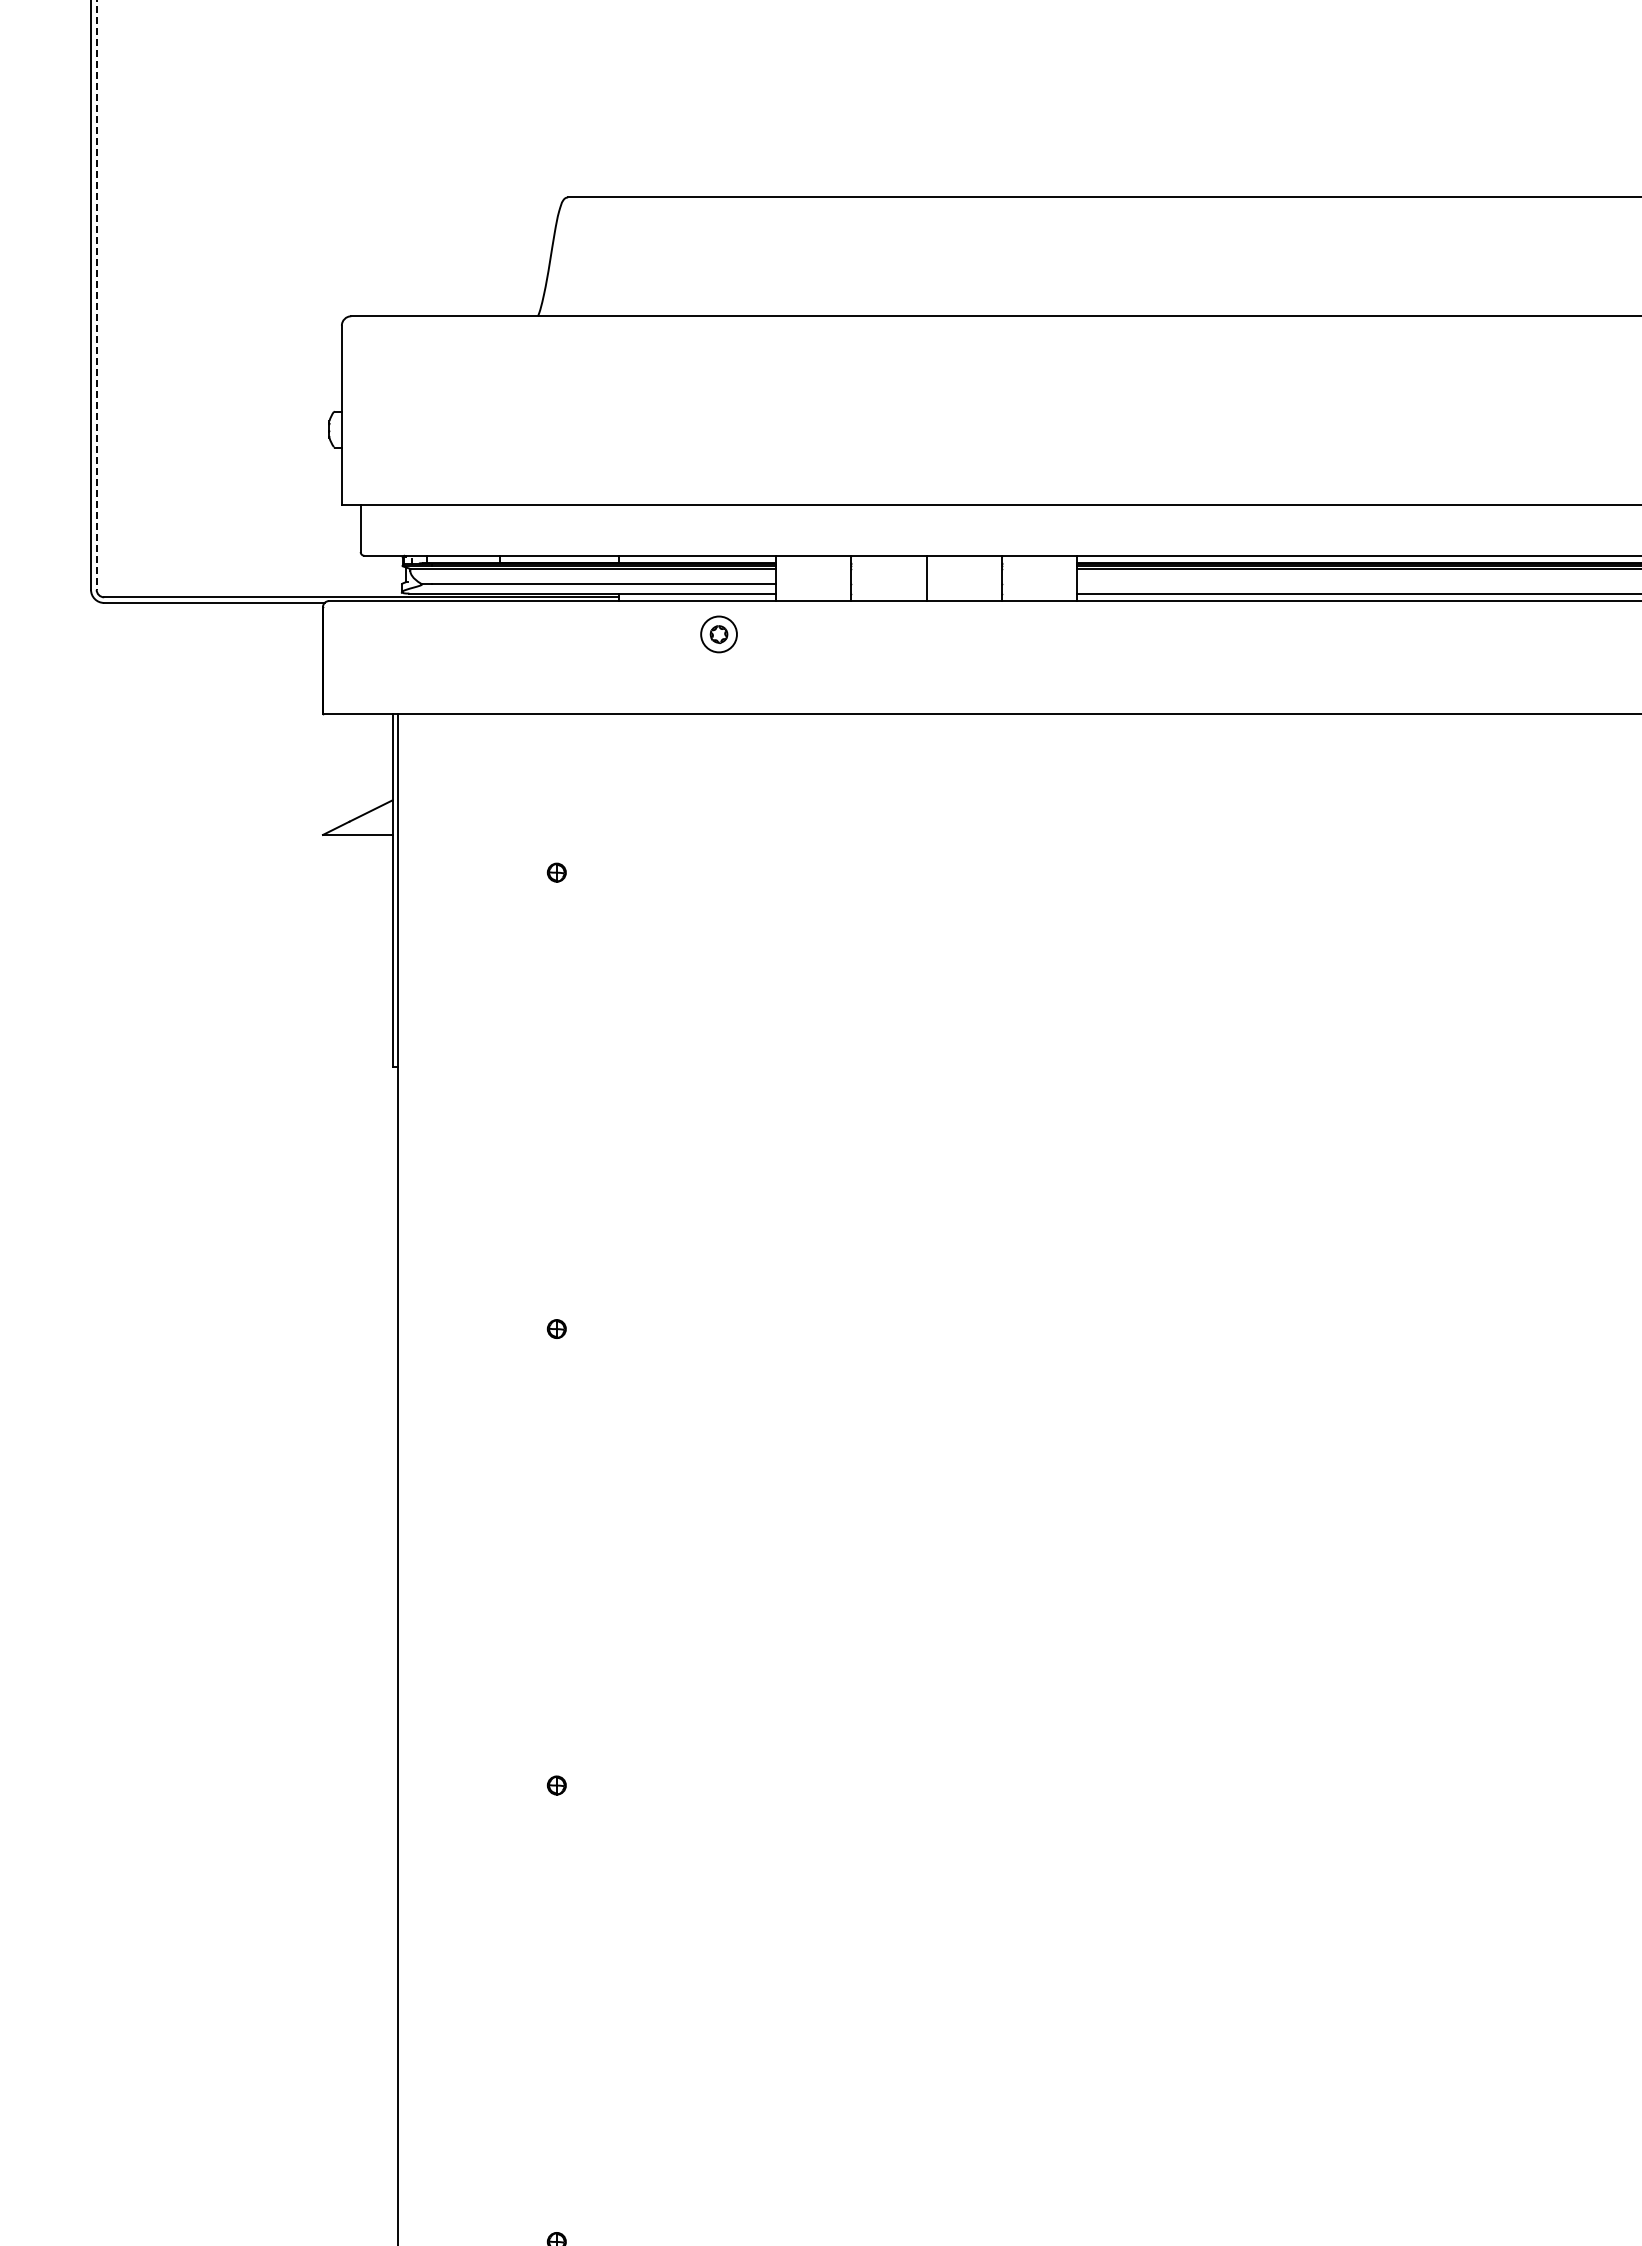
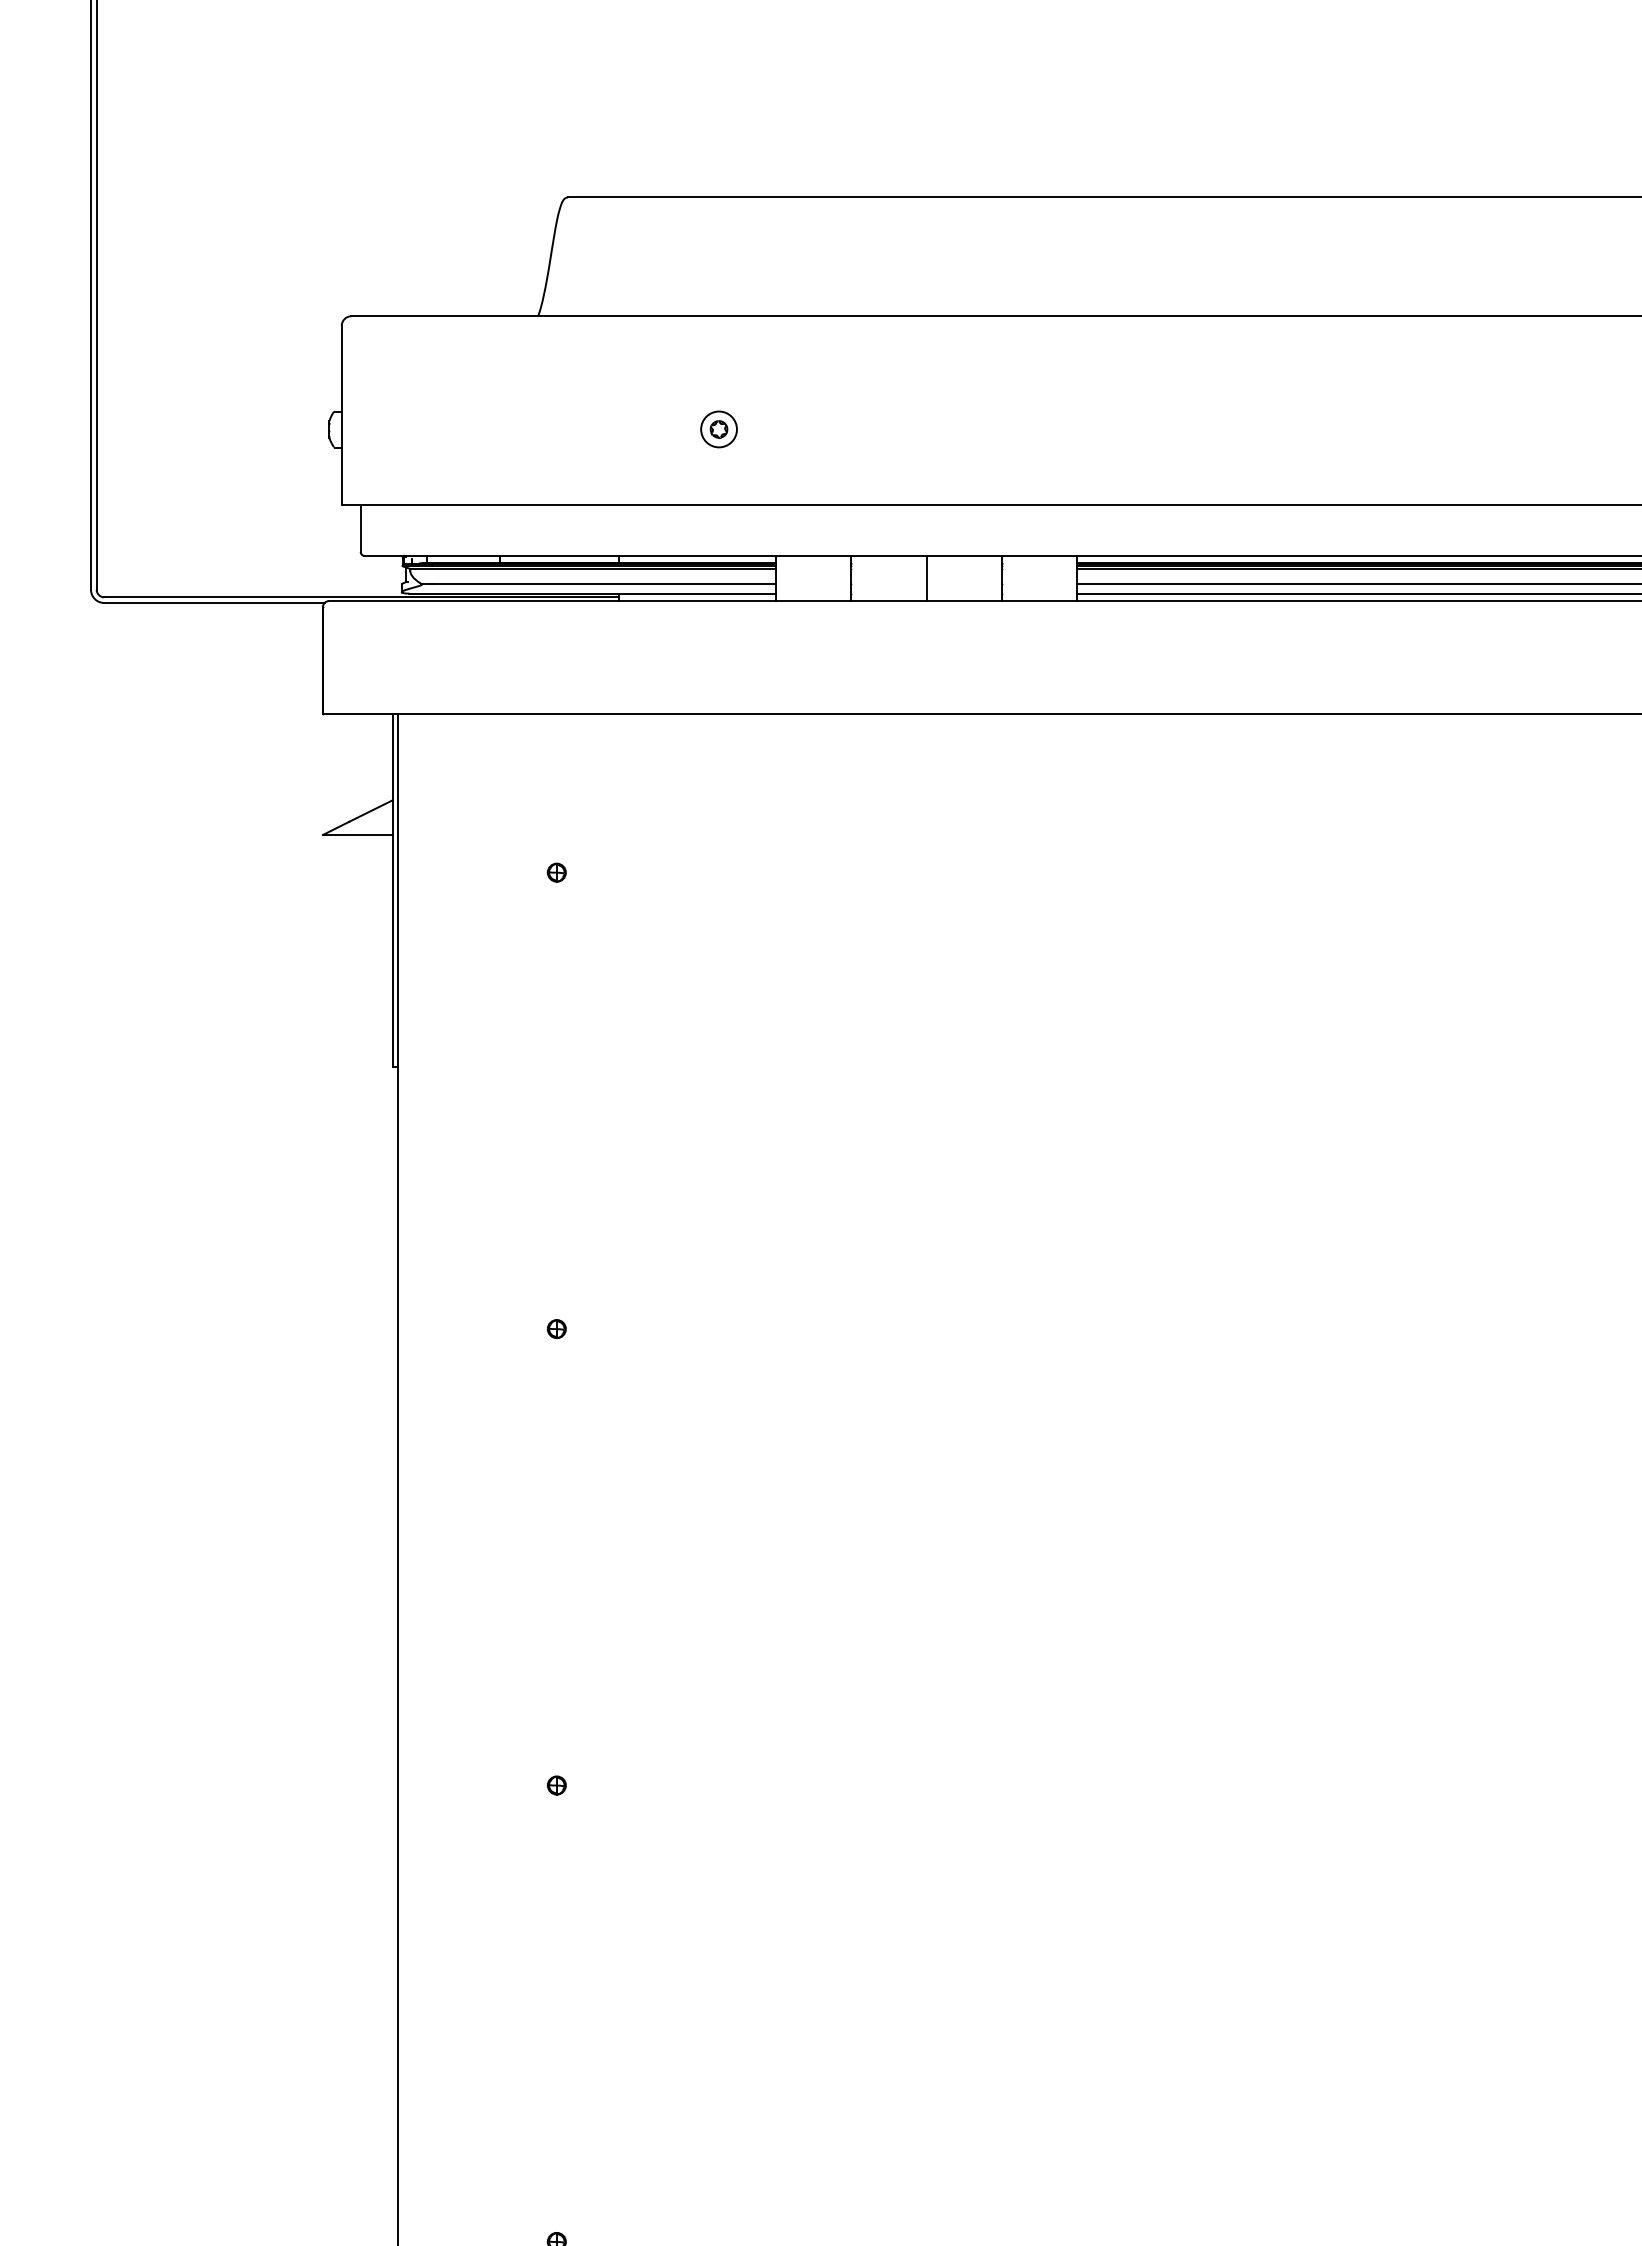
line at (96, 295): dashed -> solid
line at (1357, 583): none -> present
part at (718, 634) position: (718, 634) -> (718, 429)
